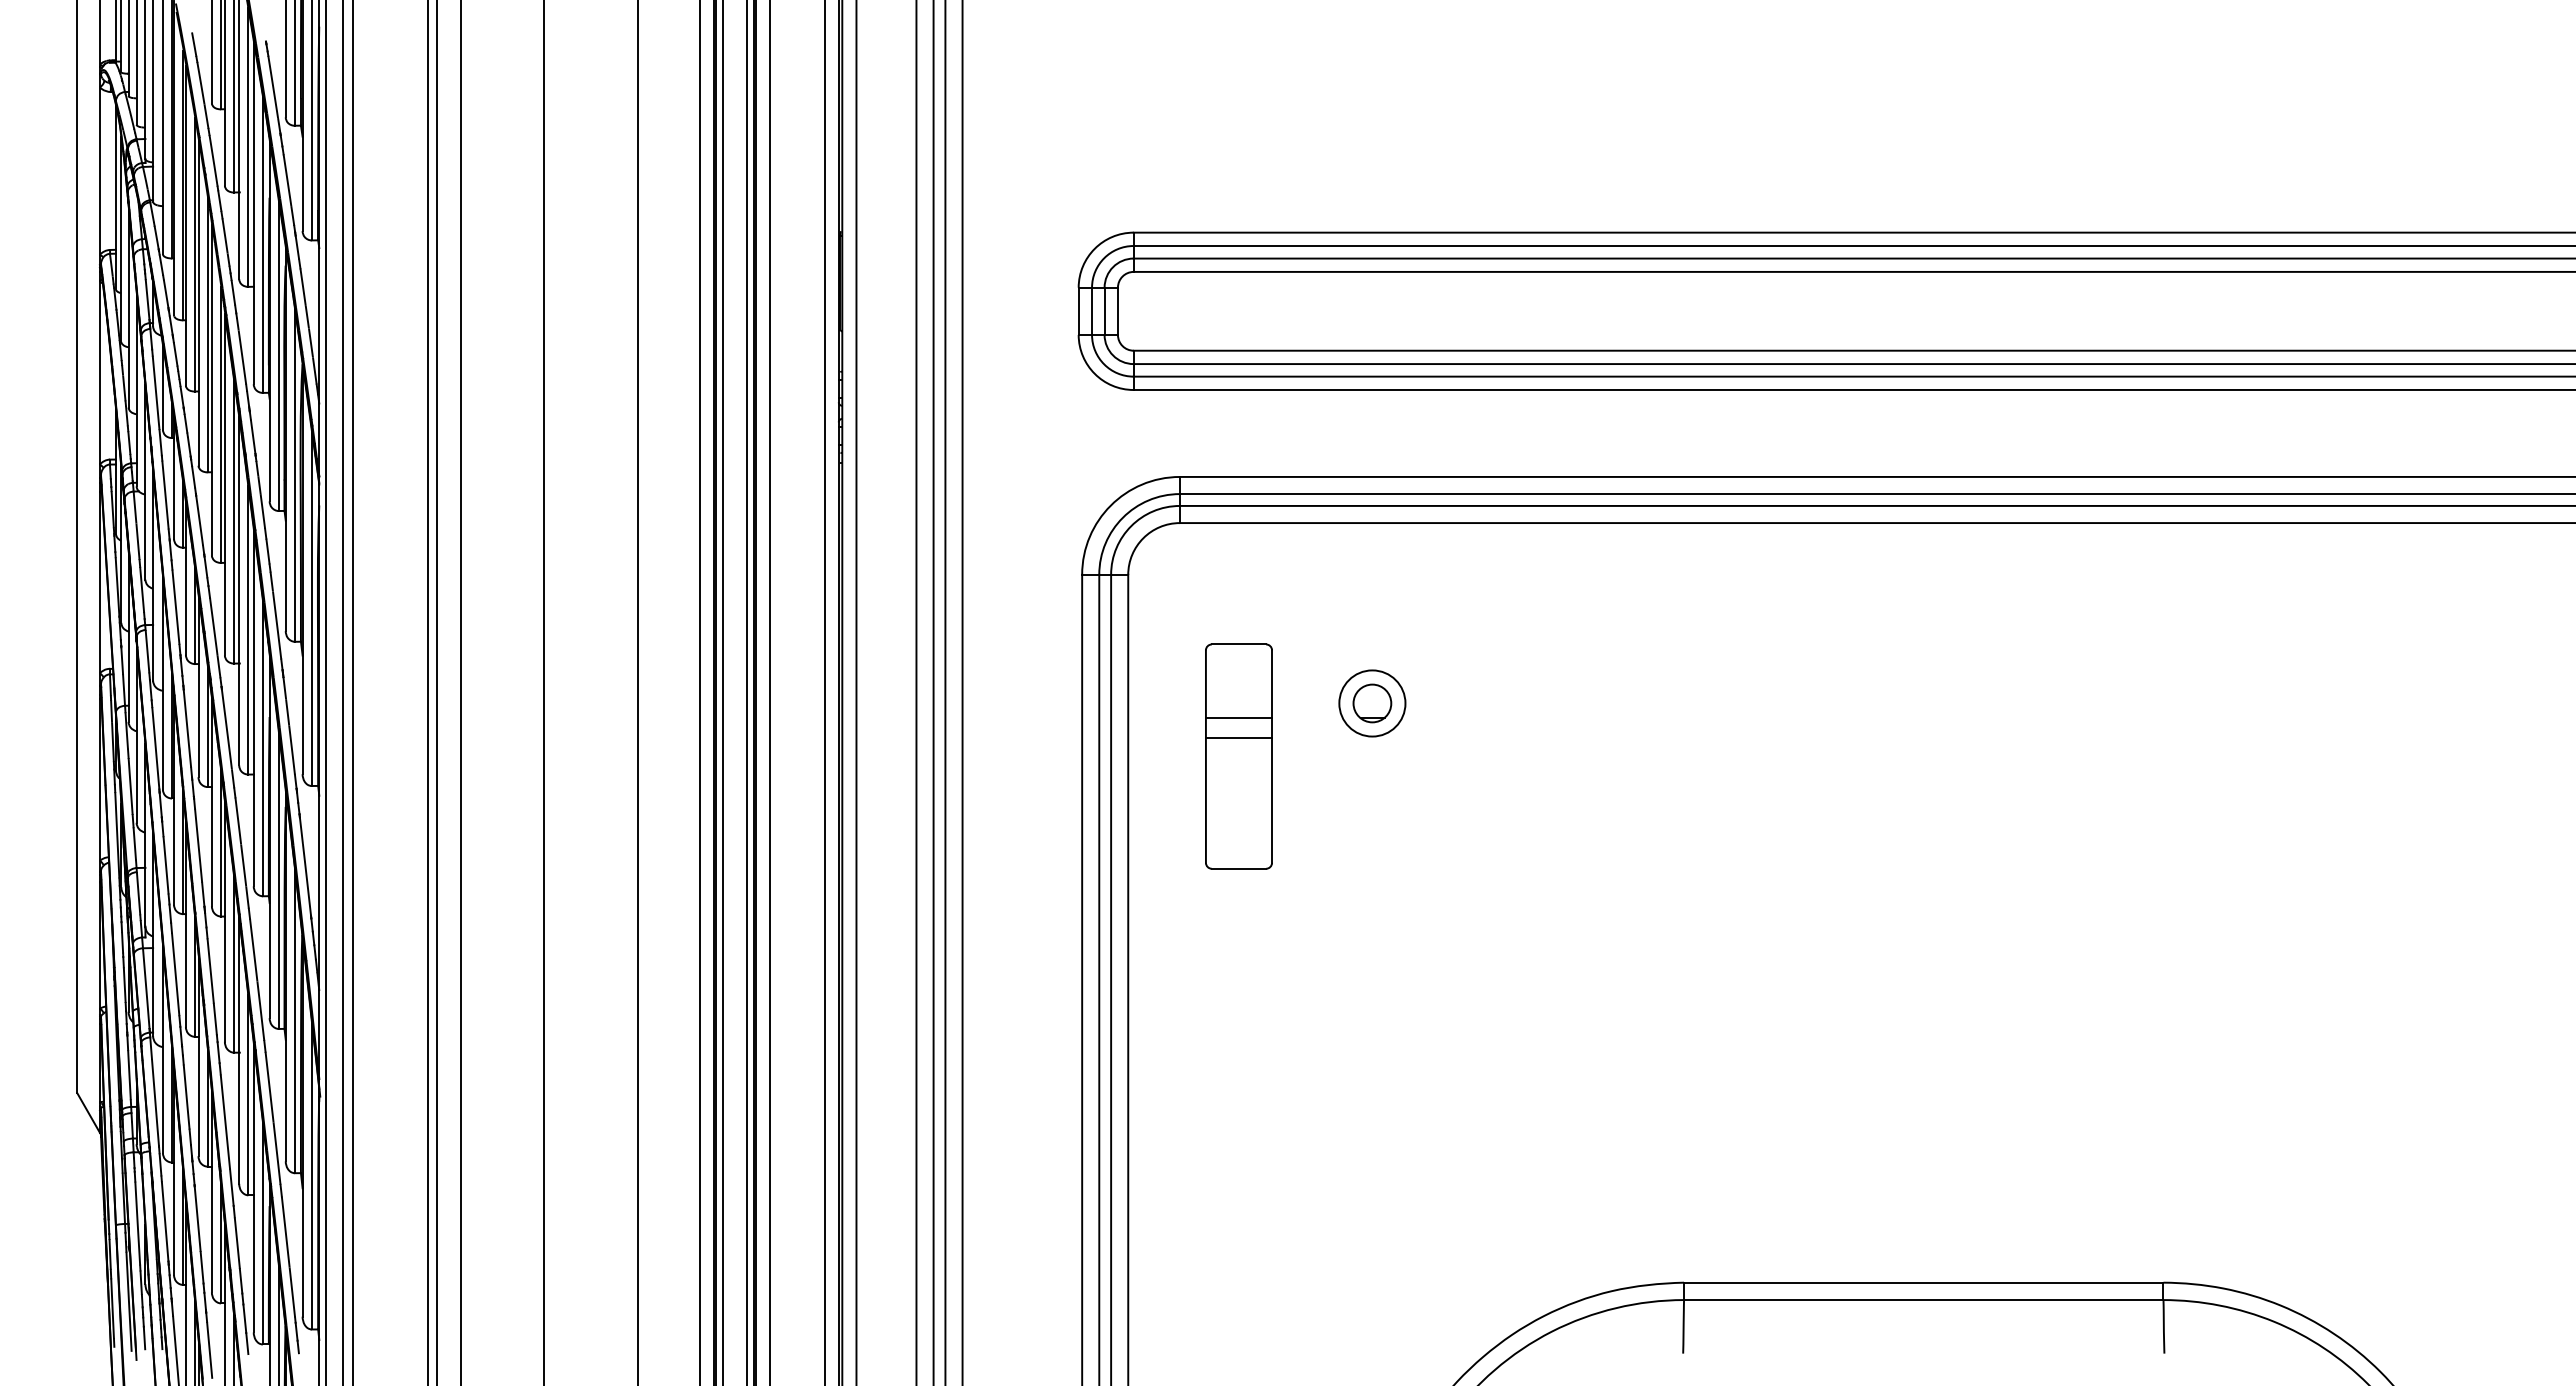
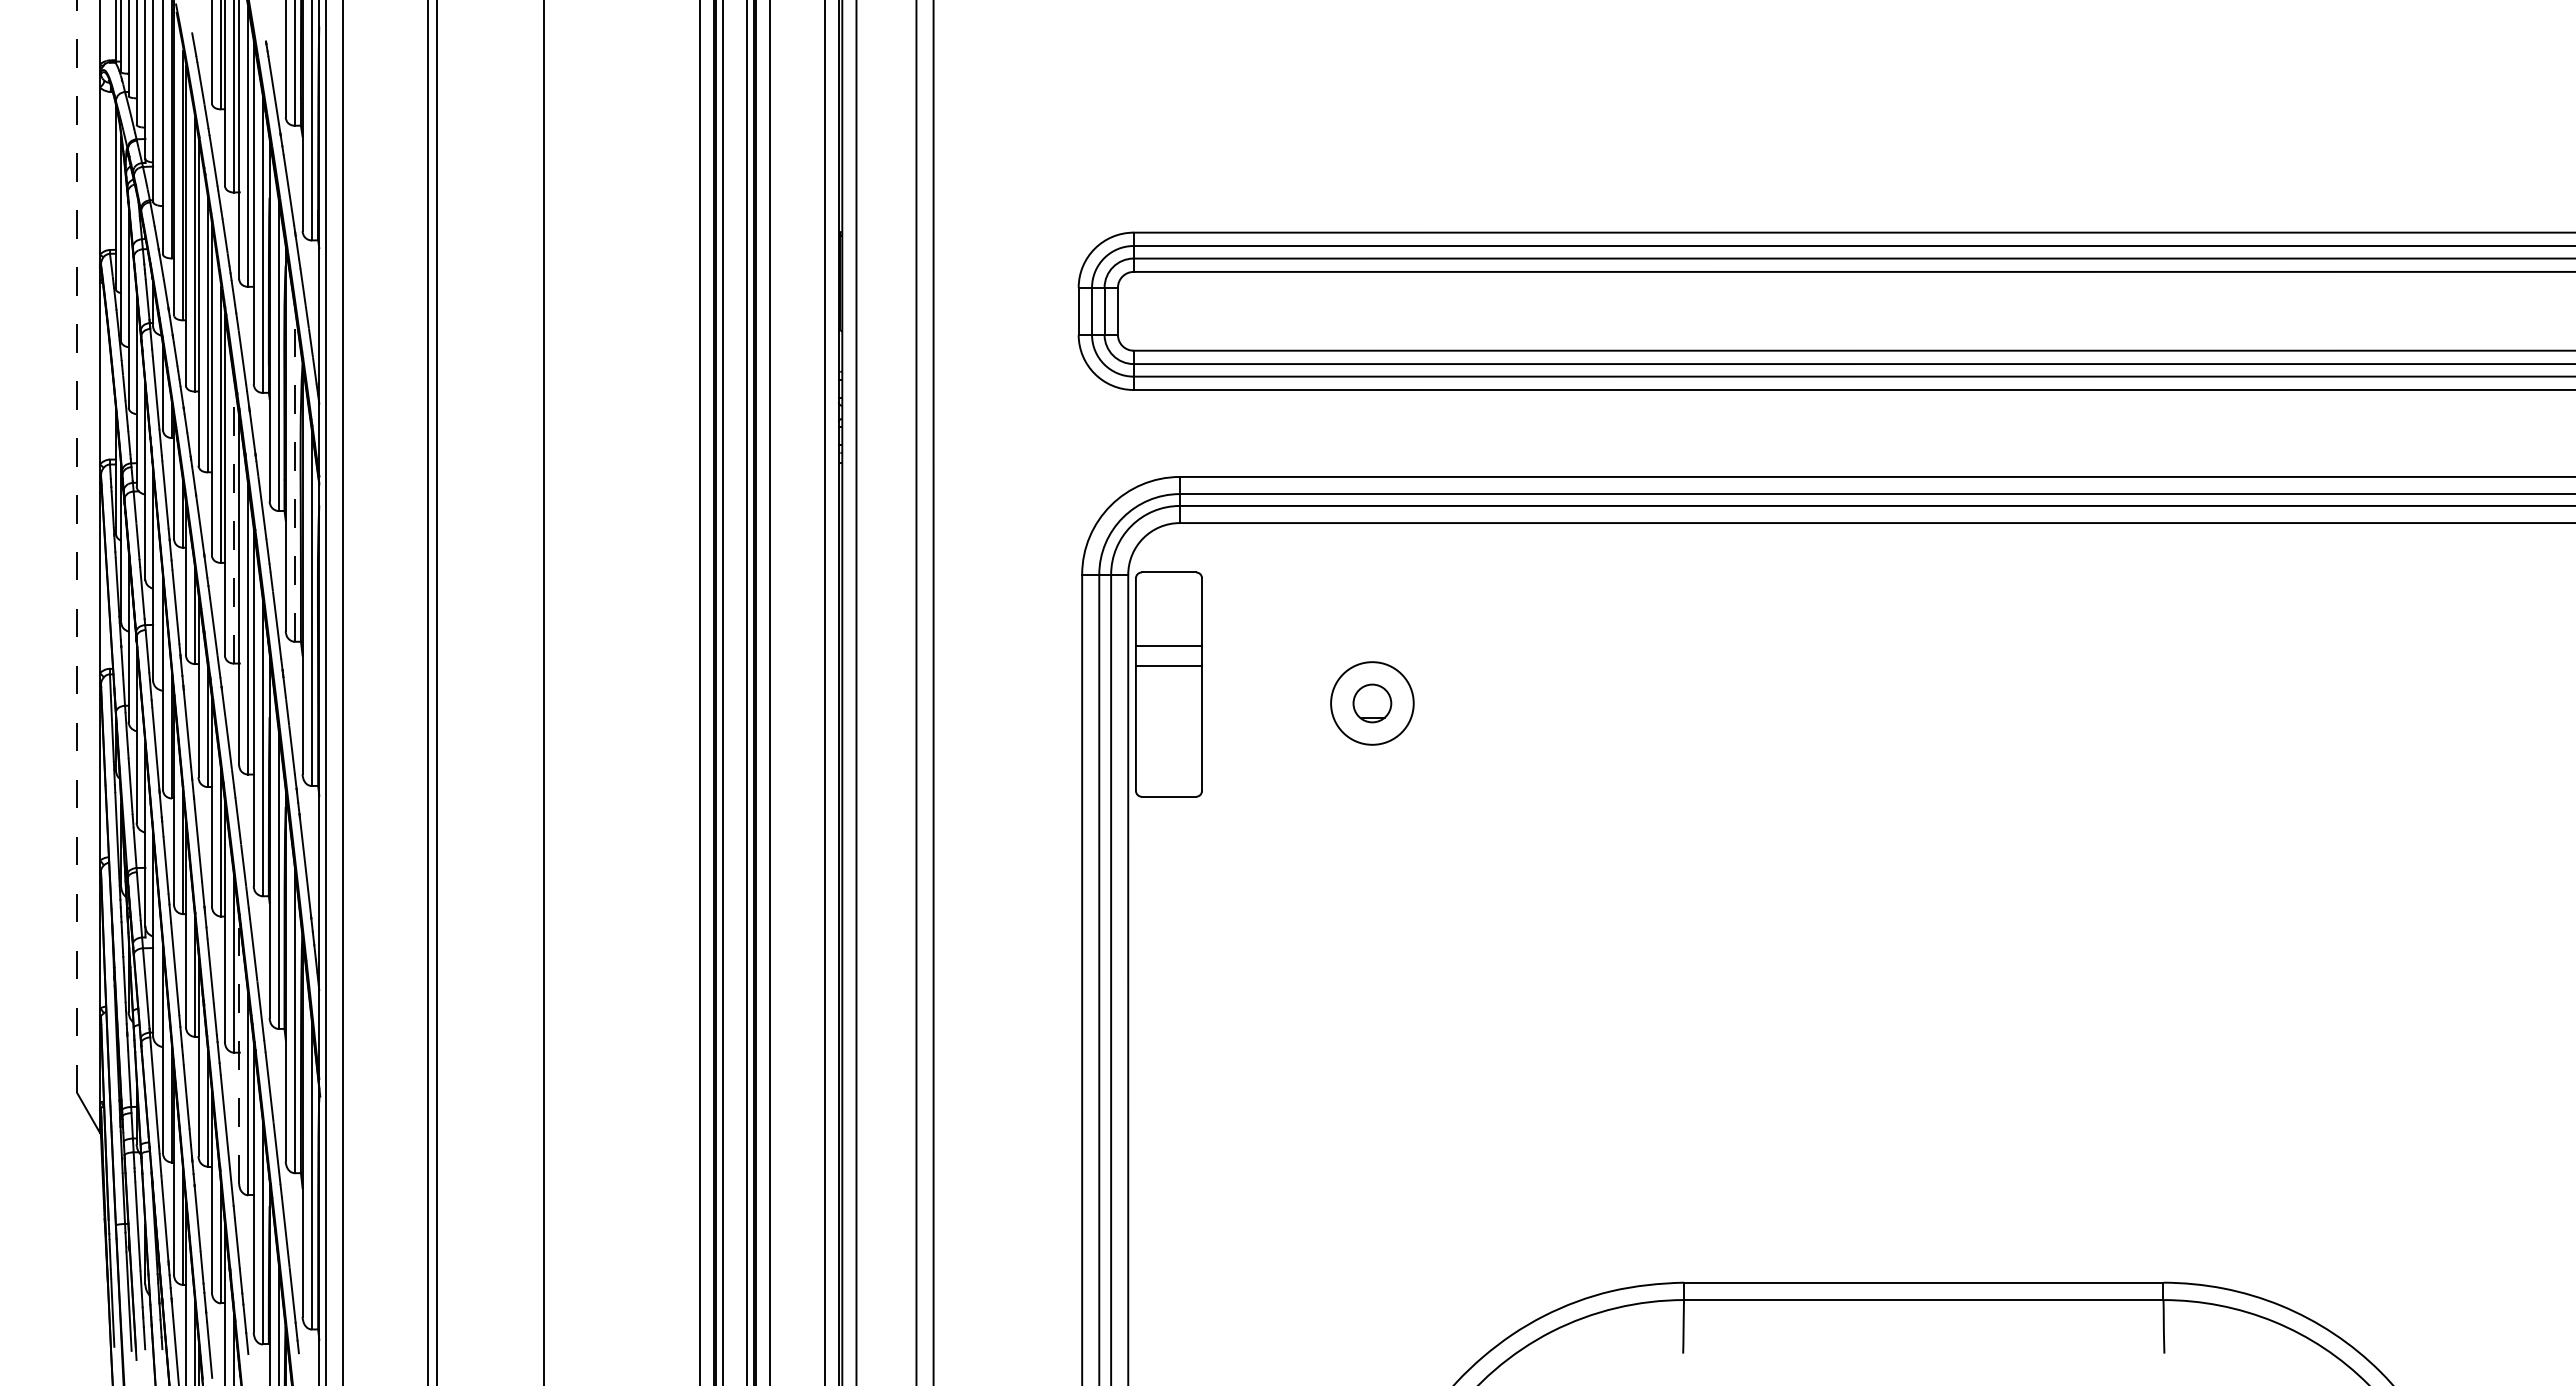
line at (294, 474): solid -> dashed
line at (233, 520): solid -> dashed
line at (77, 546): solid -> dashed
line at (352, 692): present -> none
line at (460, 692): present -> none
line at (638, 692): present -> none
line at (945, 692): present -> none
line at (962, 692): present -> none
circle at (1372, 703) diameter: 66 px -> 83 px
part at (1238, 756) position: (1238, 756) -> (1168, 684)
line at (239, 1051): solid -> dashed
